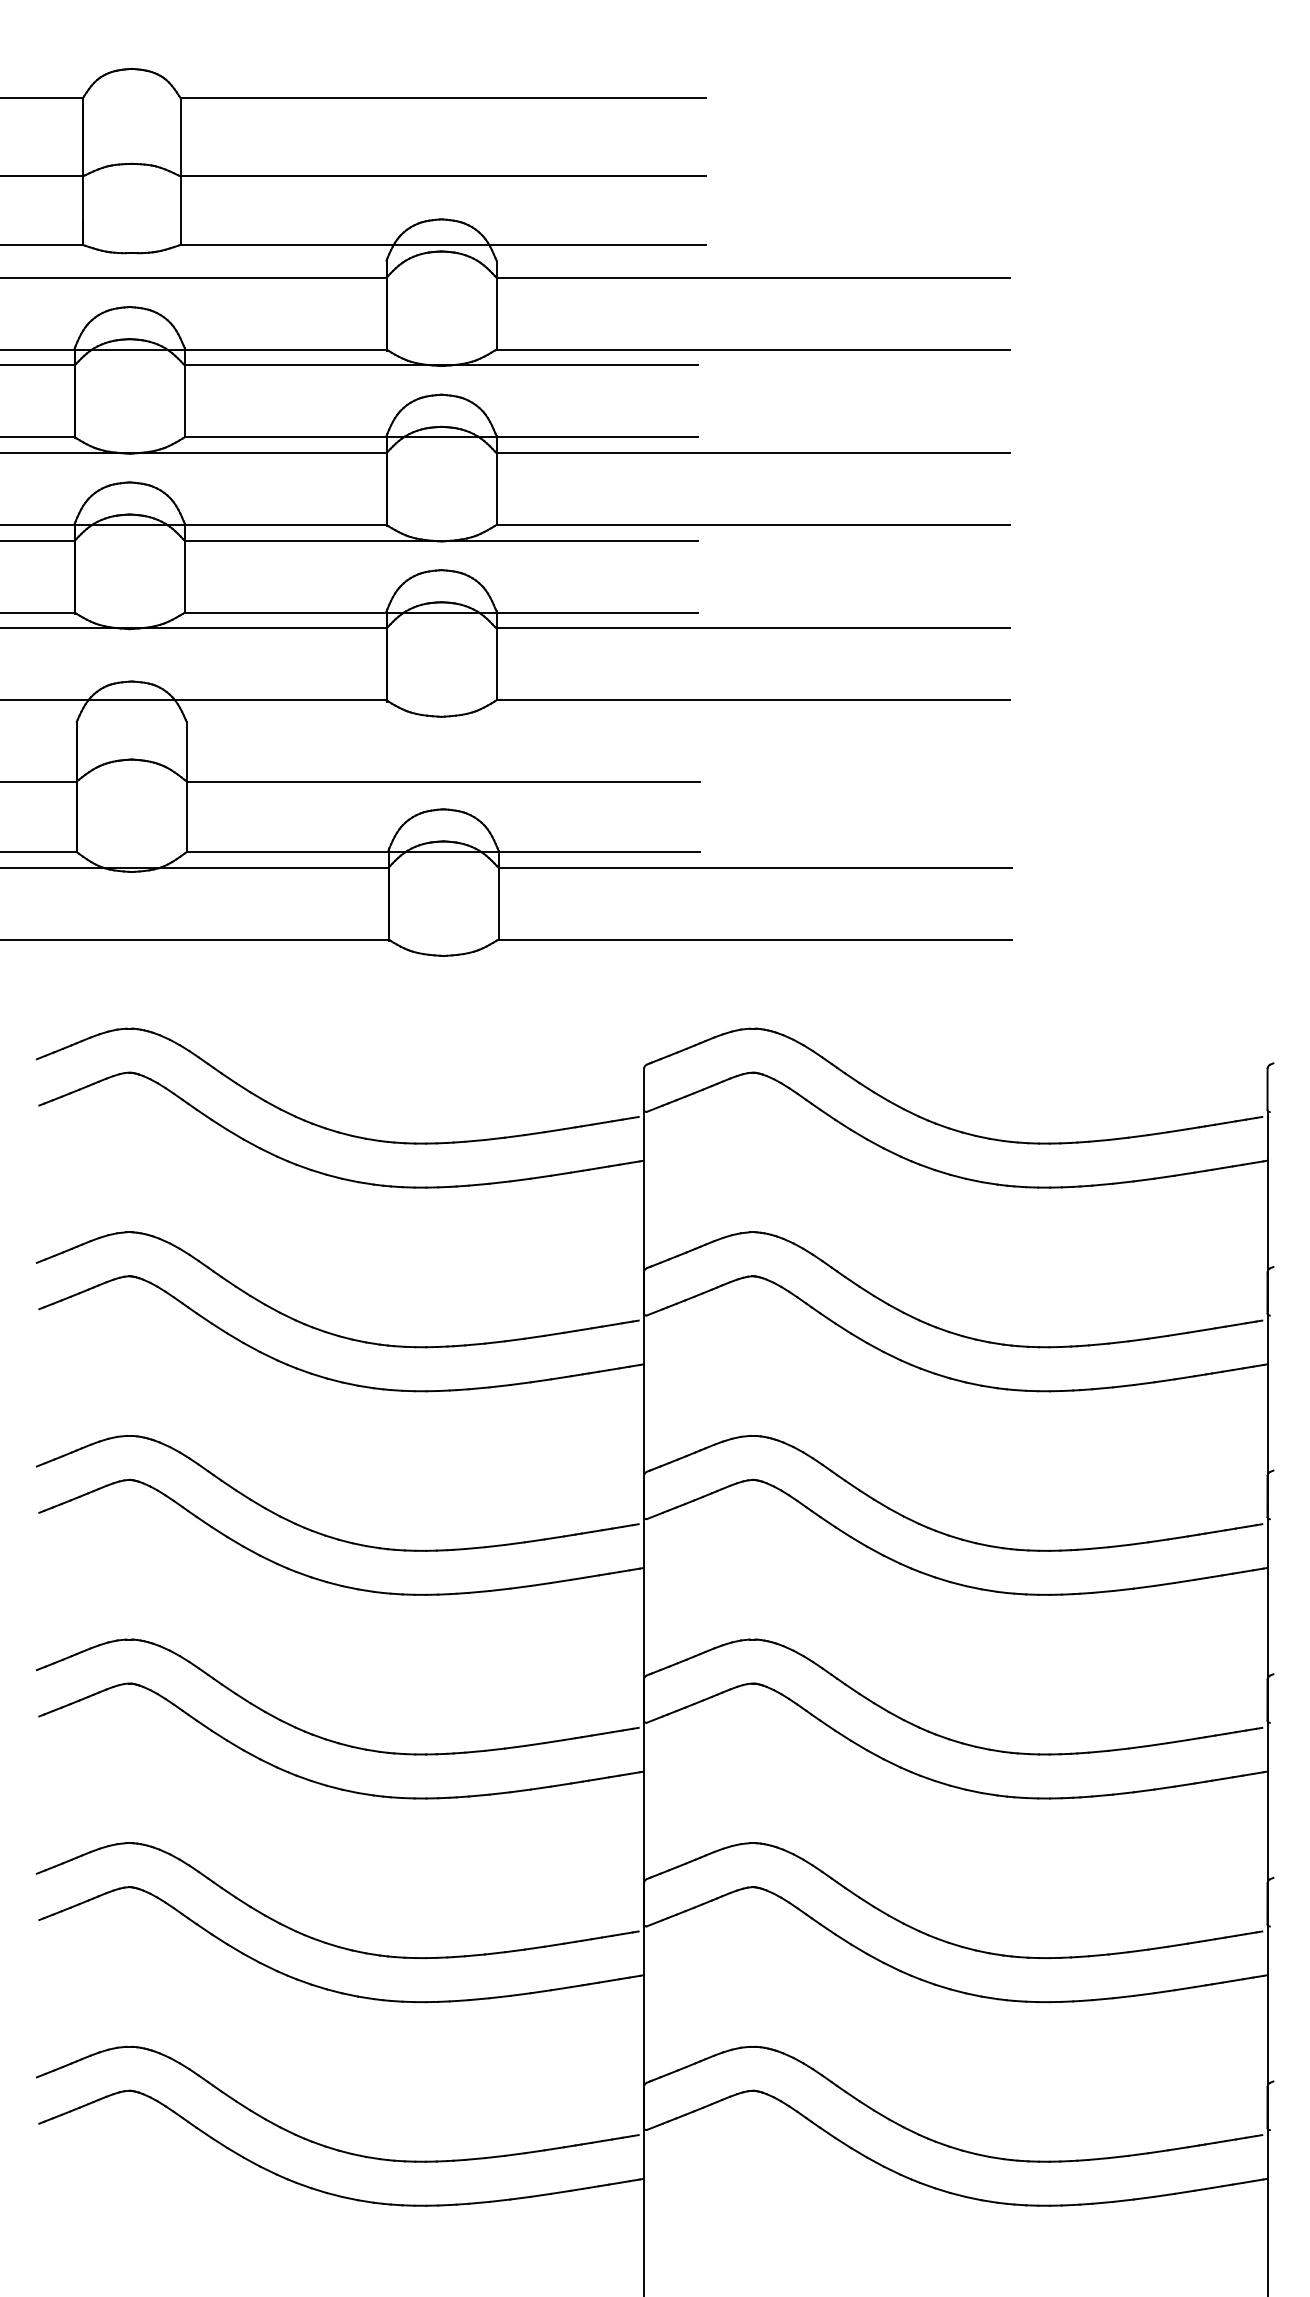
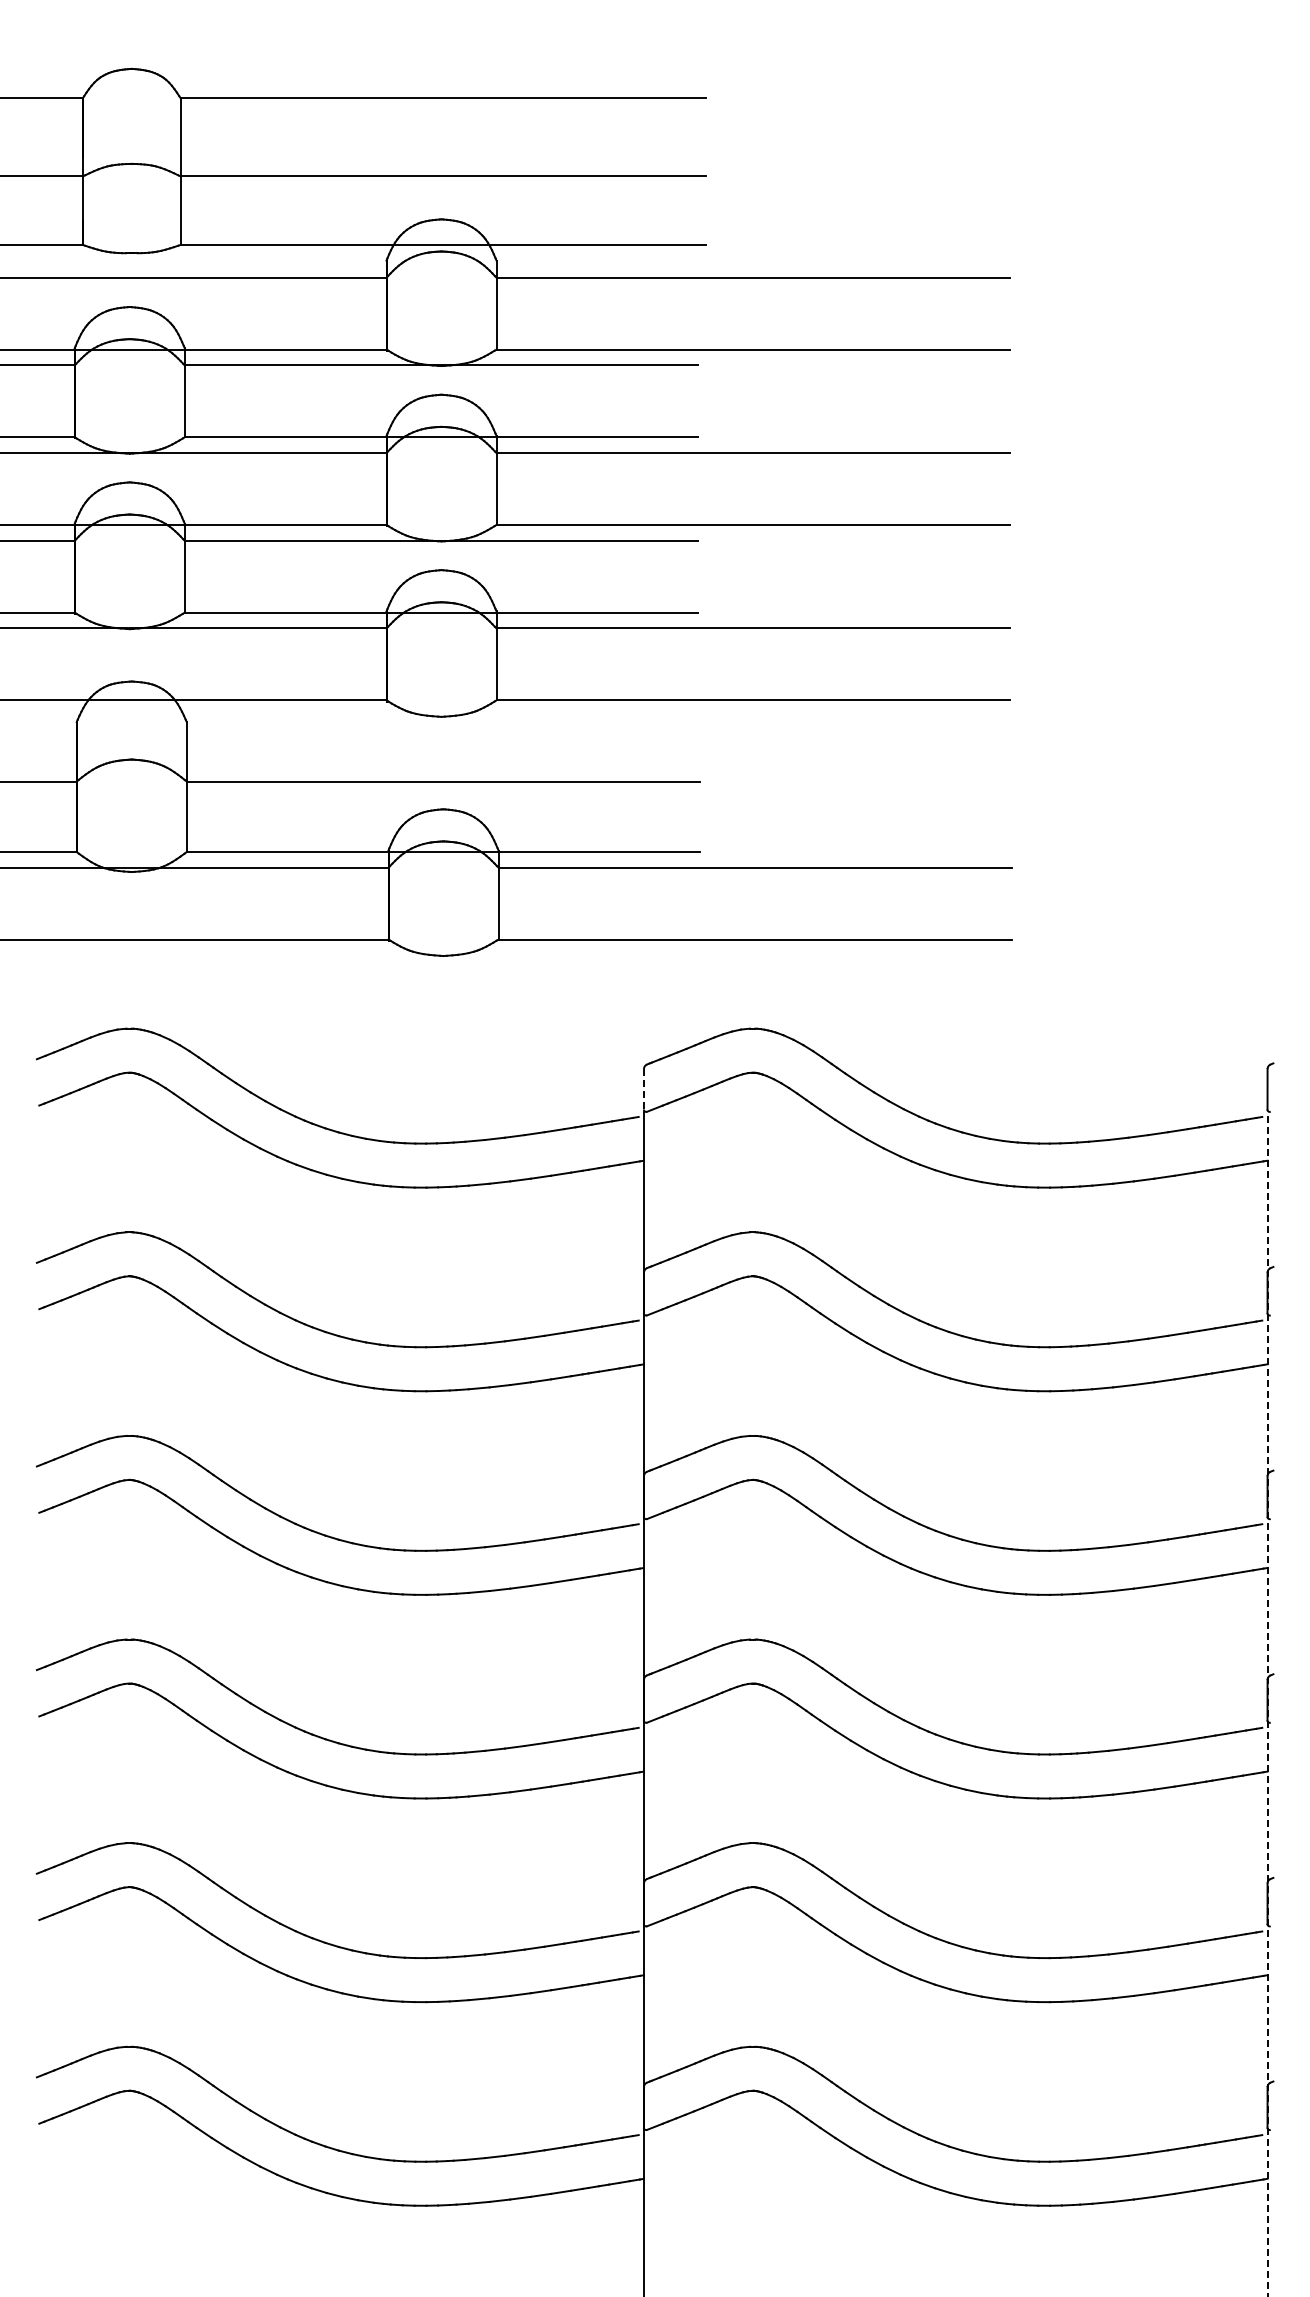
line at (643, 1089): solid -> dashed
line at (1267, 1703): solid -> dashed
